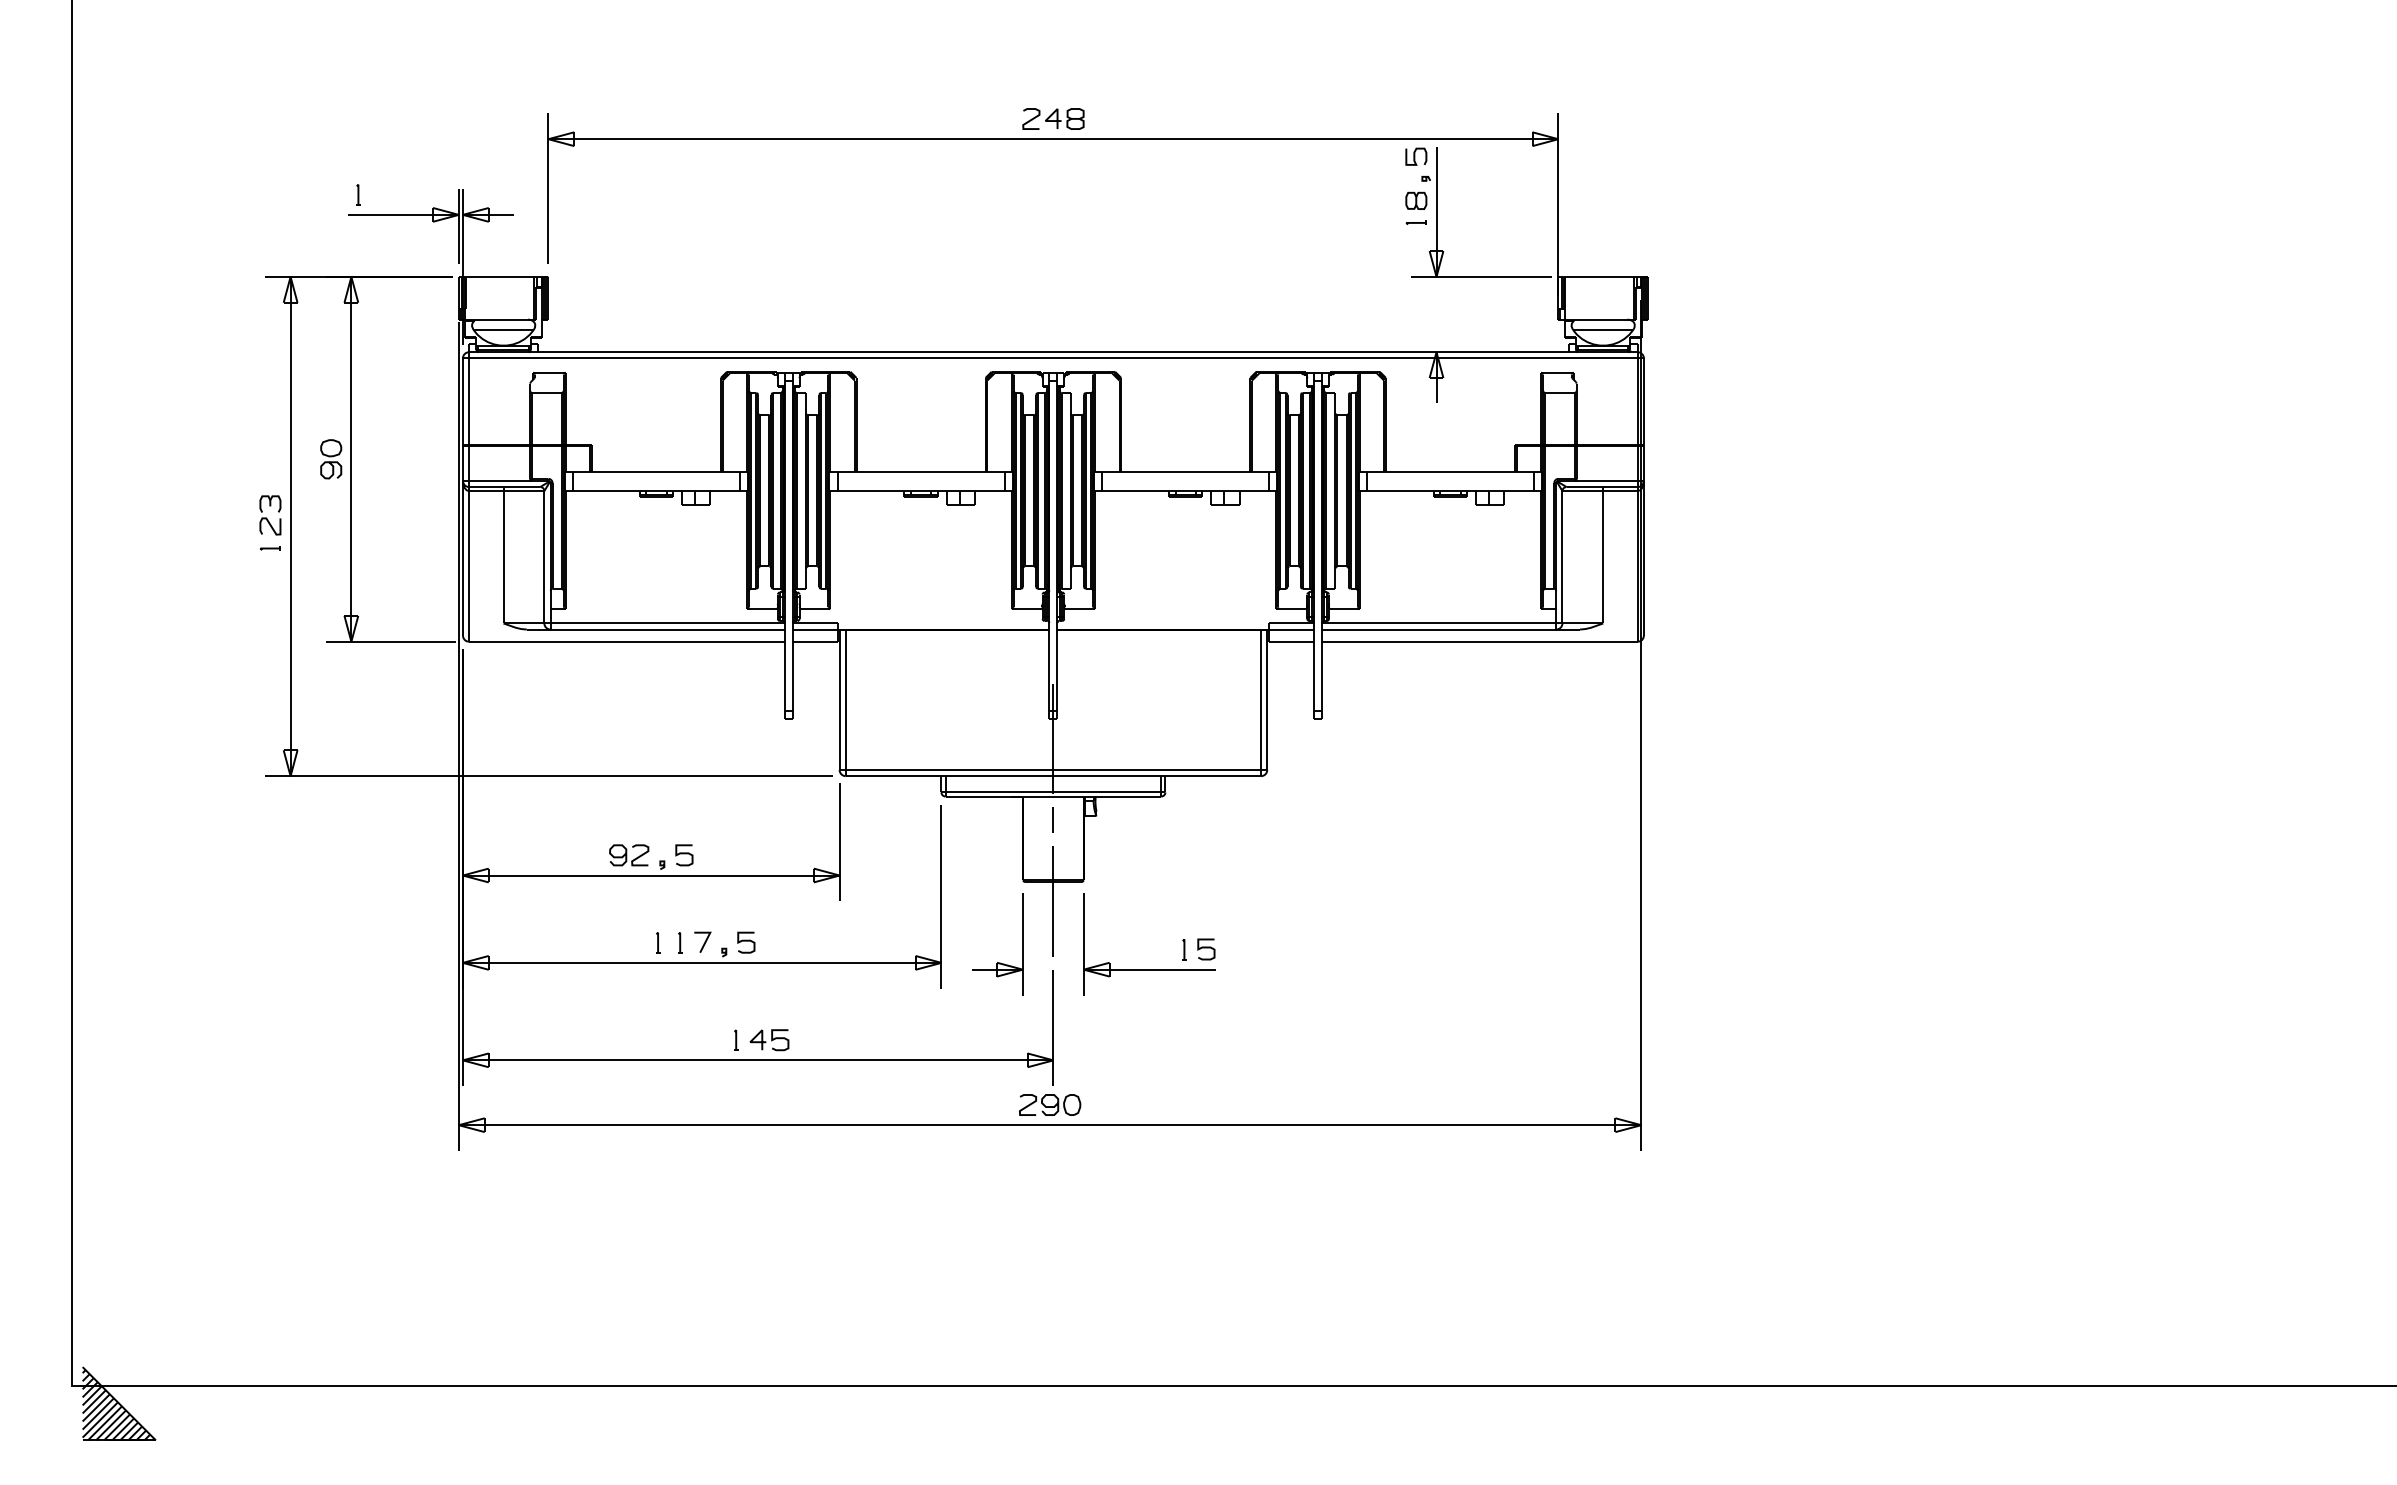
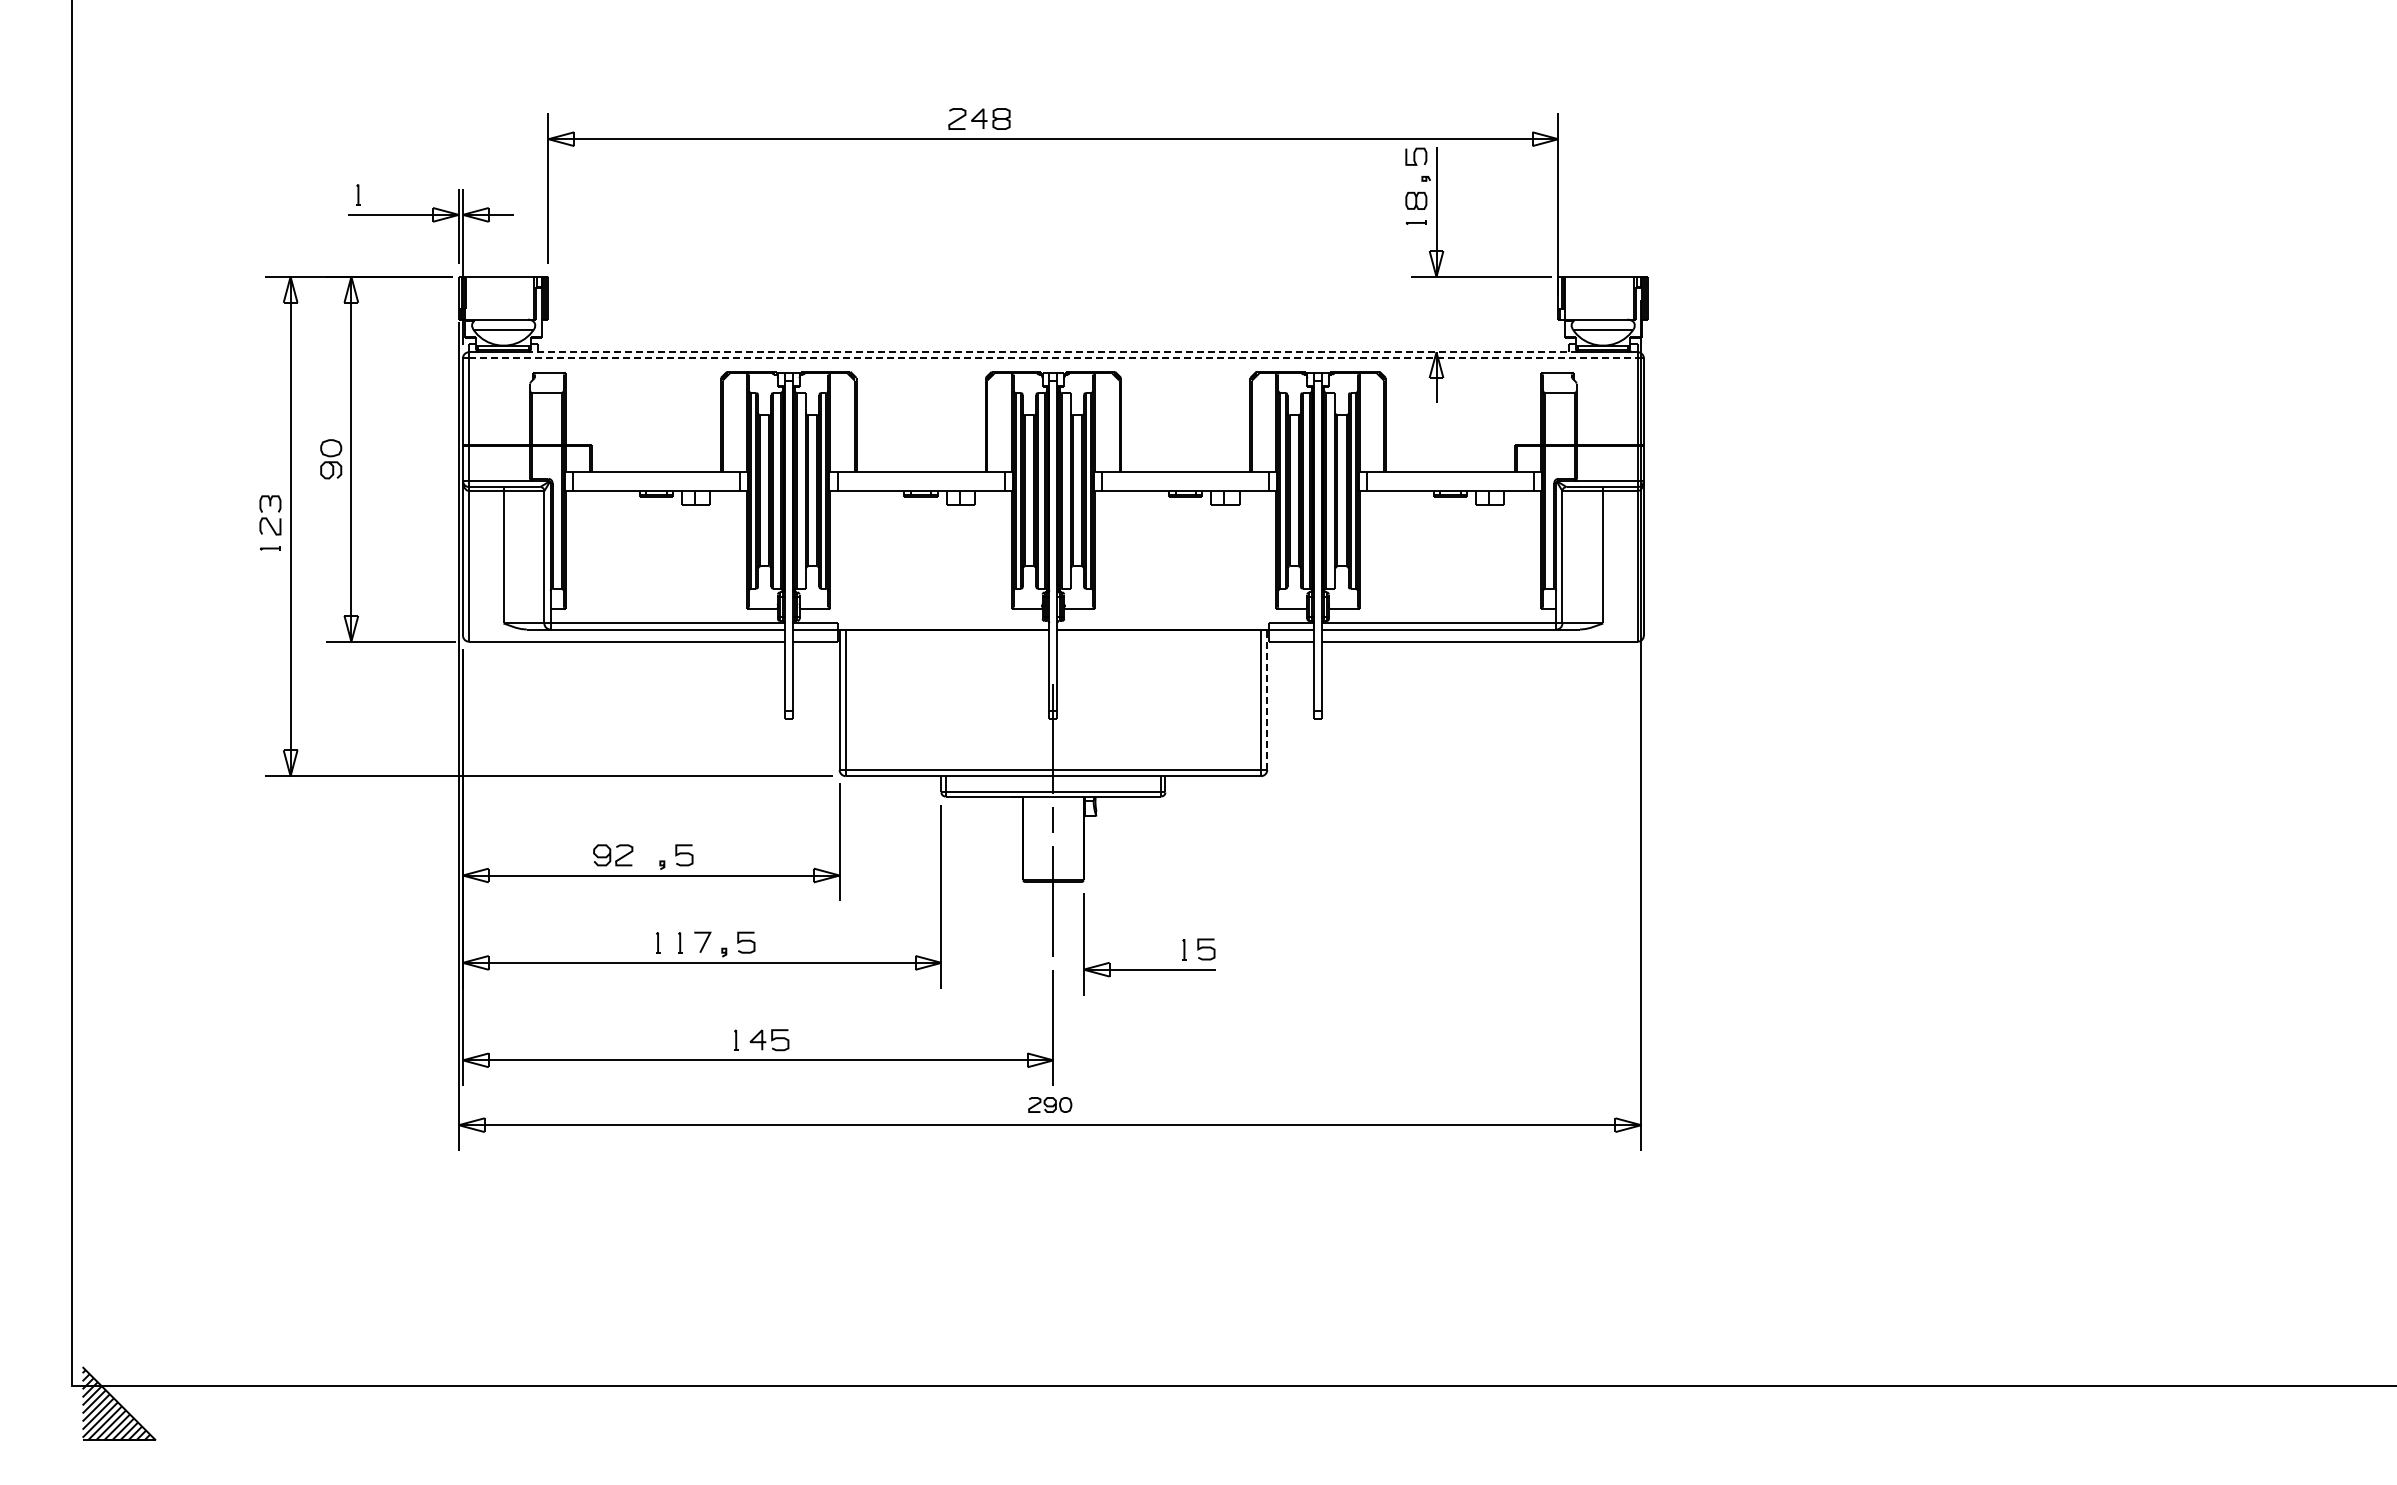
part at (1053, 118) position: (1053, 118) -> (979, 118)
line at (1053, 352): solid -> dashed
line at (1053, 358): solid -> dashed
line at (1267, 699): solid -> dashed
part at (629, 855) position: (629, 855) -> (613, 855)
part at (997, 962): present -> none
part at (1050, 1104) size: 63x22 px -> 45x16 px
